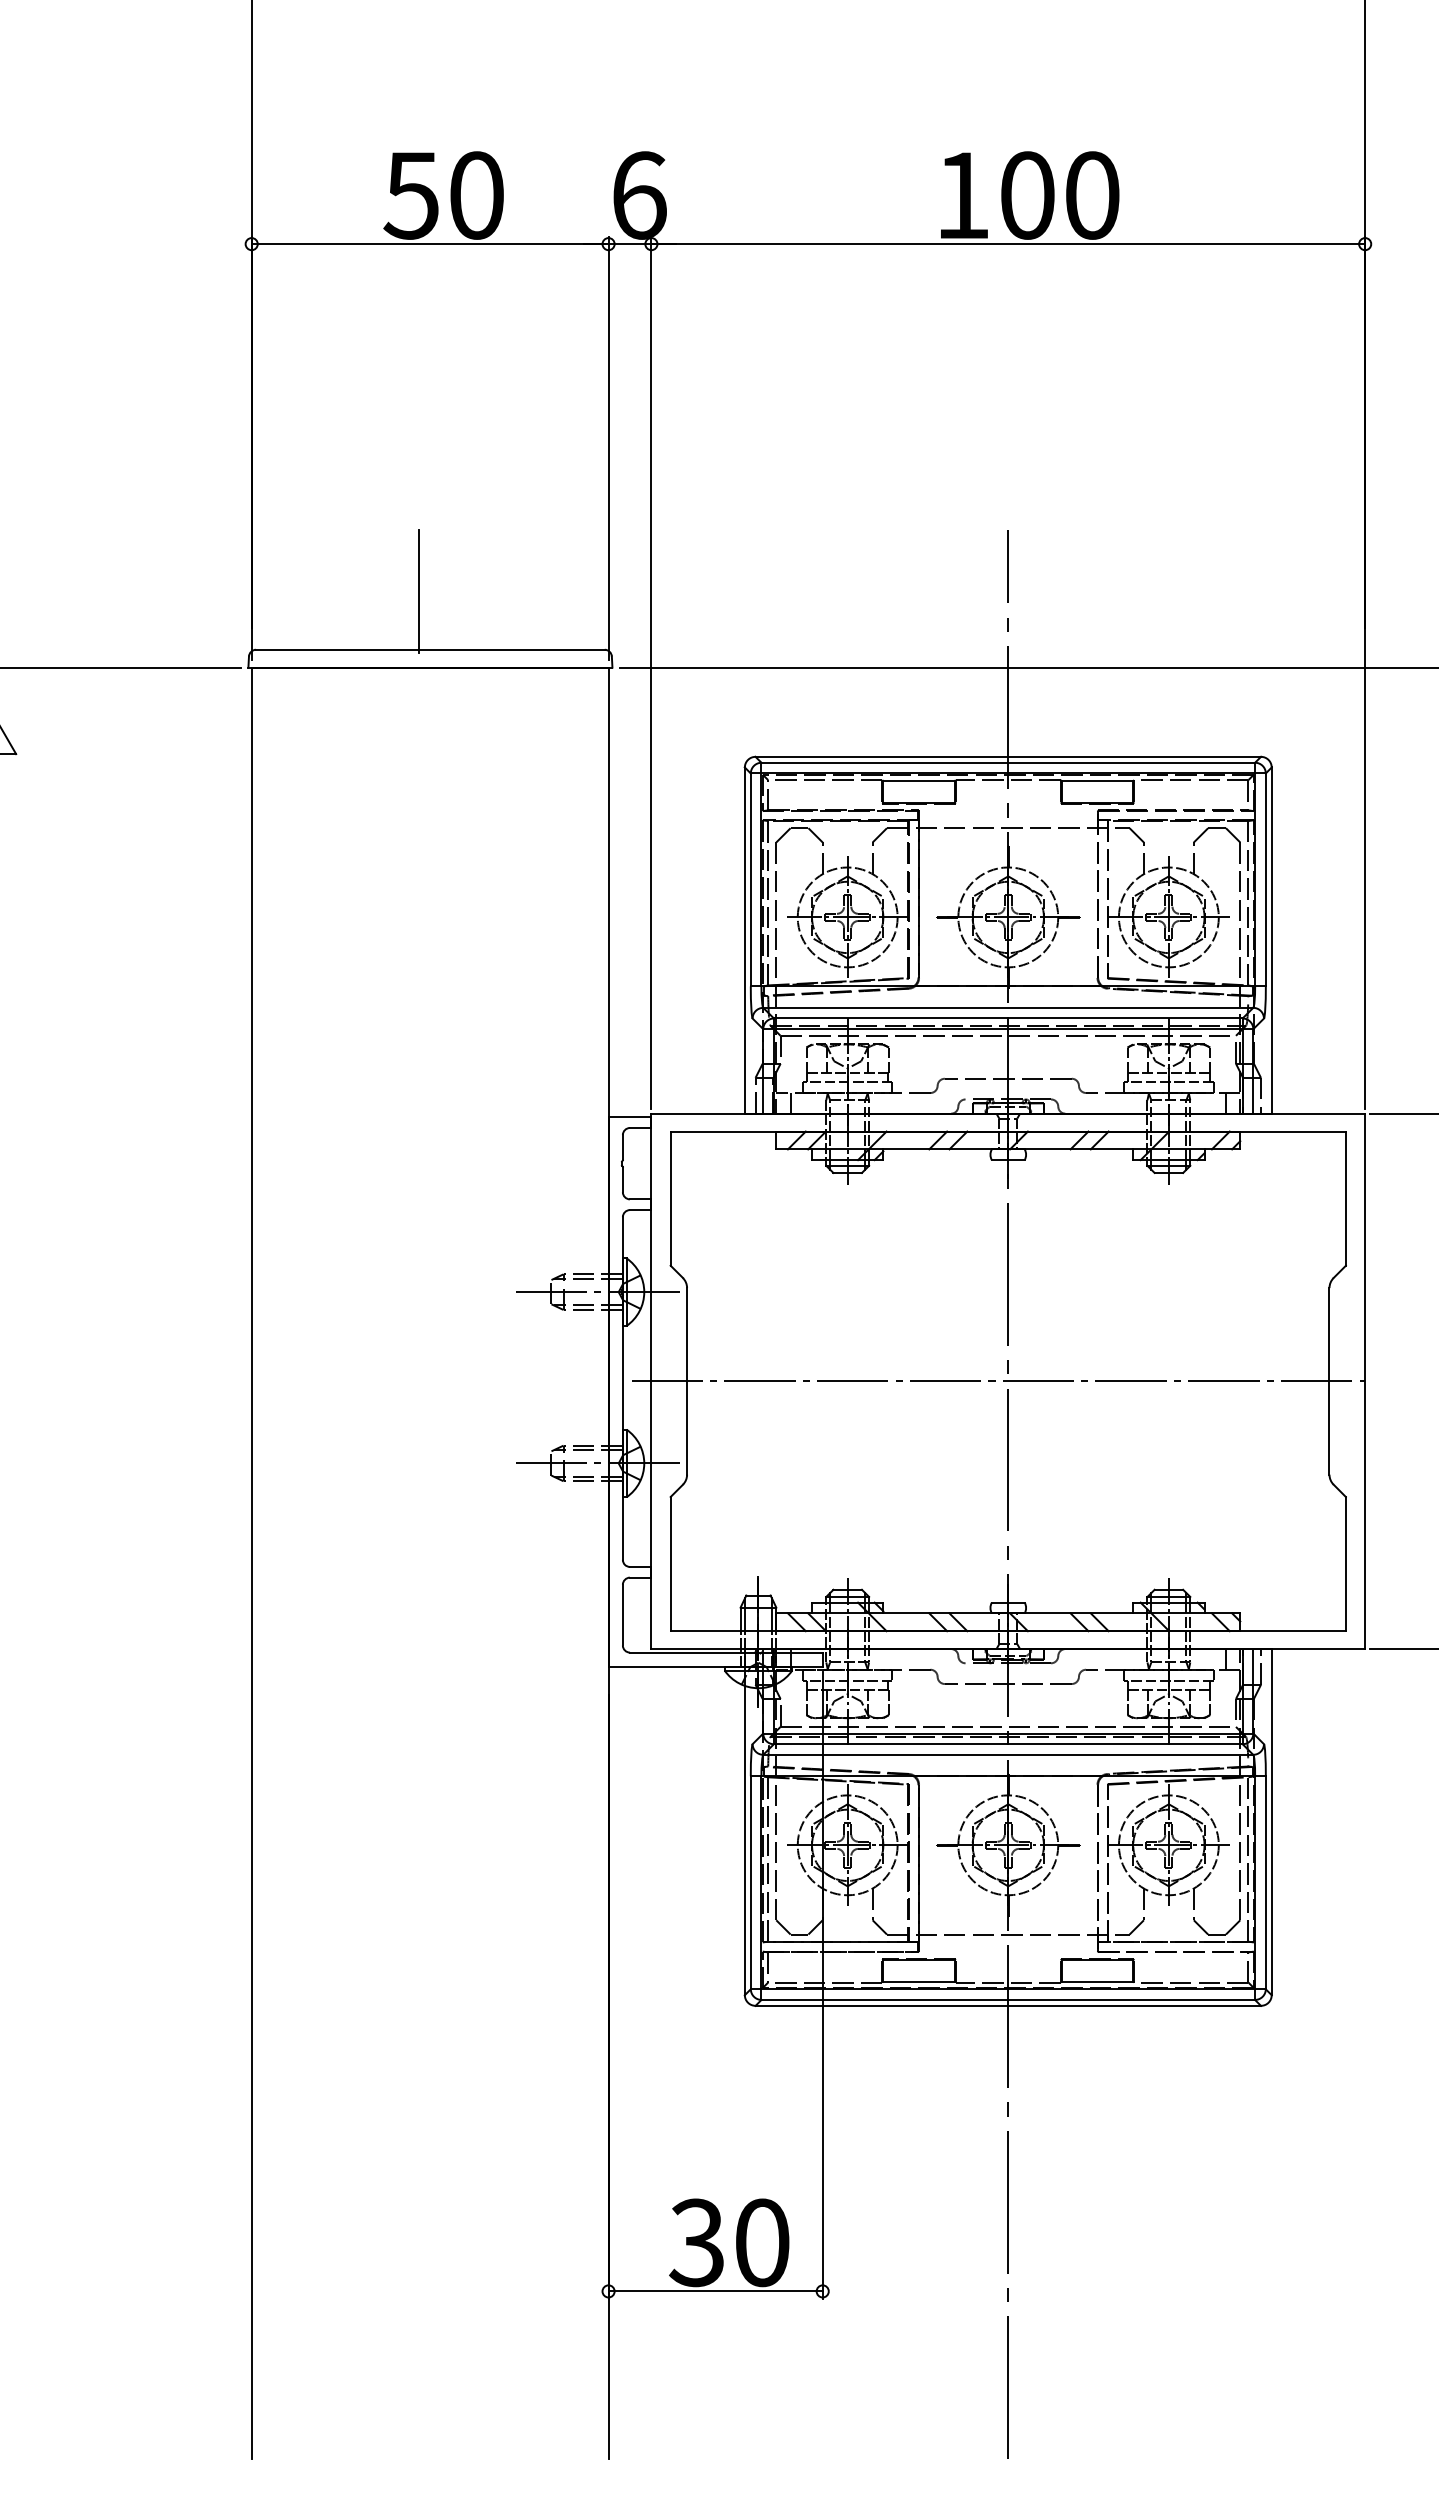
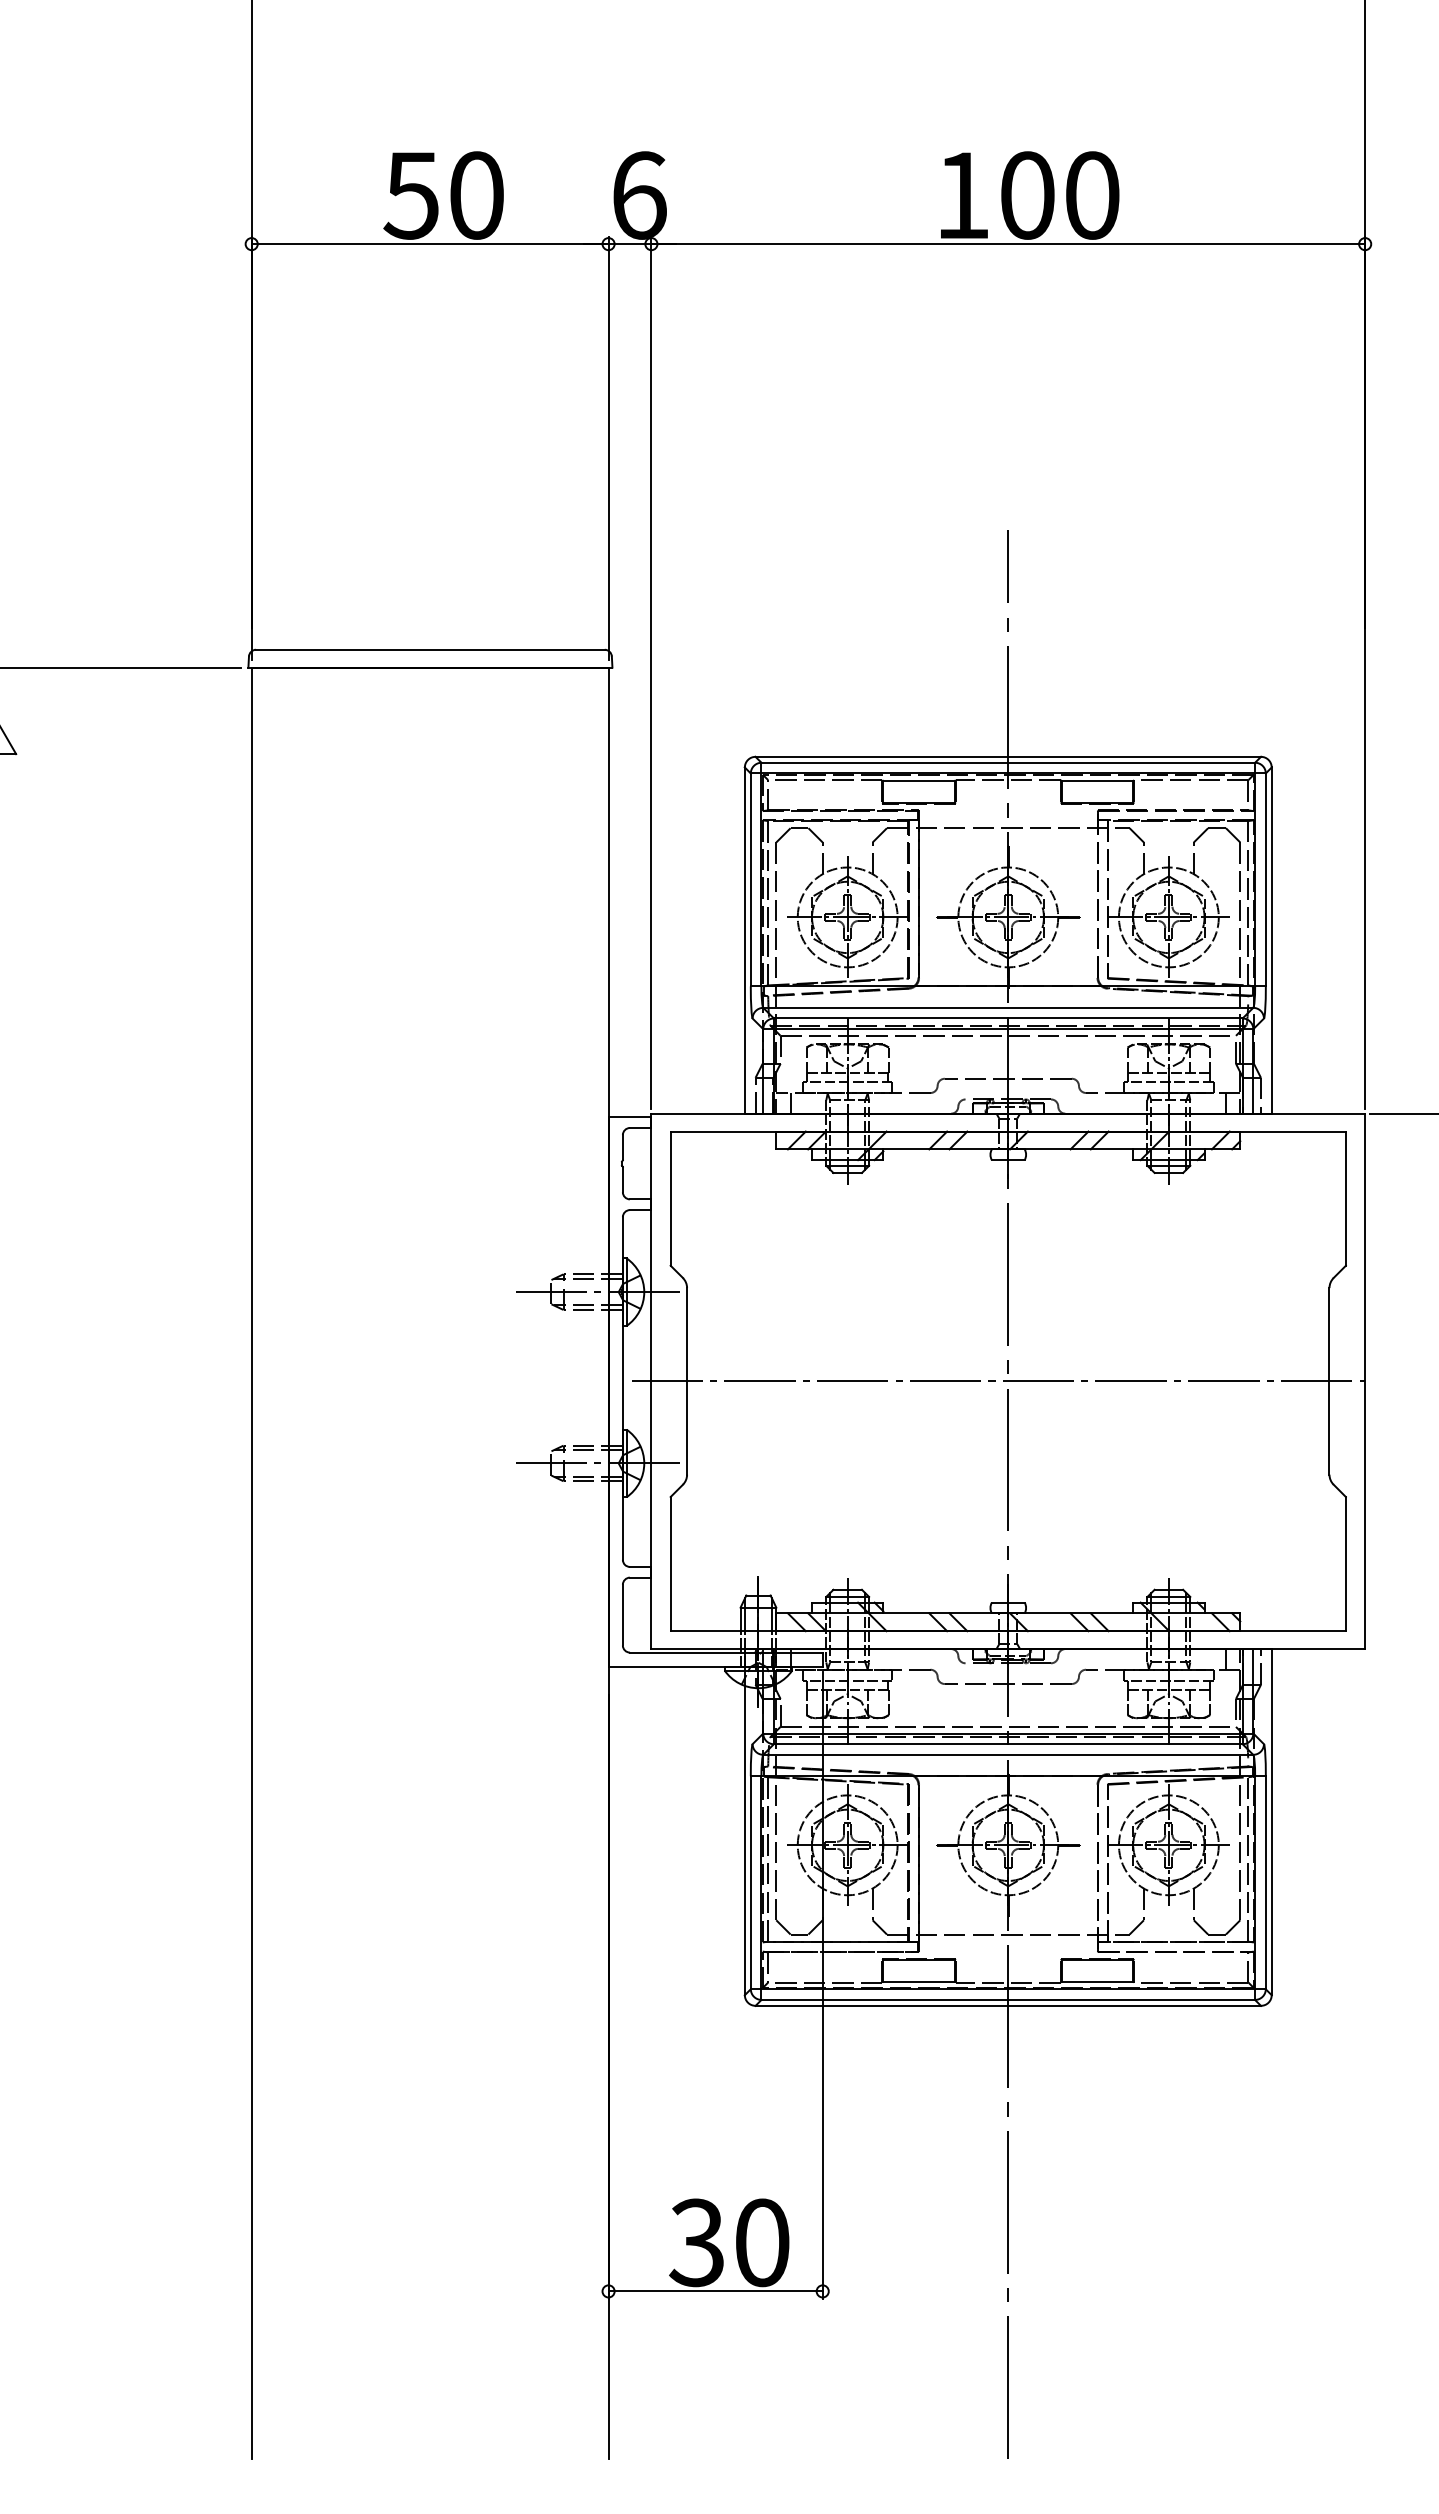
line at (419, 591): present -> none
line at (1027, 667): present -> none
line at (1402, 1649): present -> none
